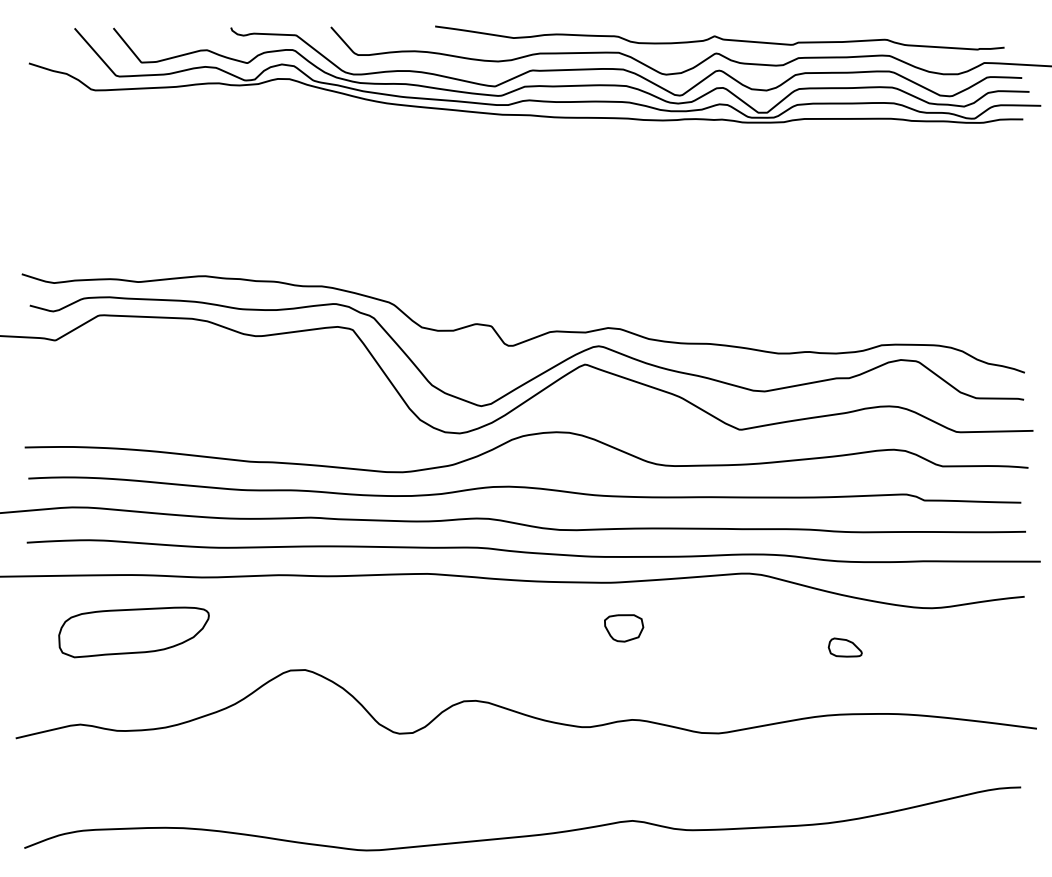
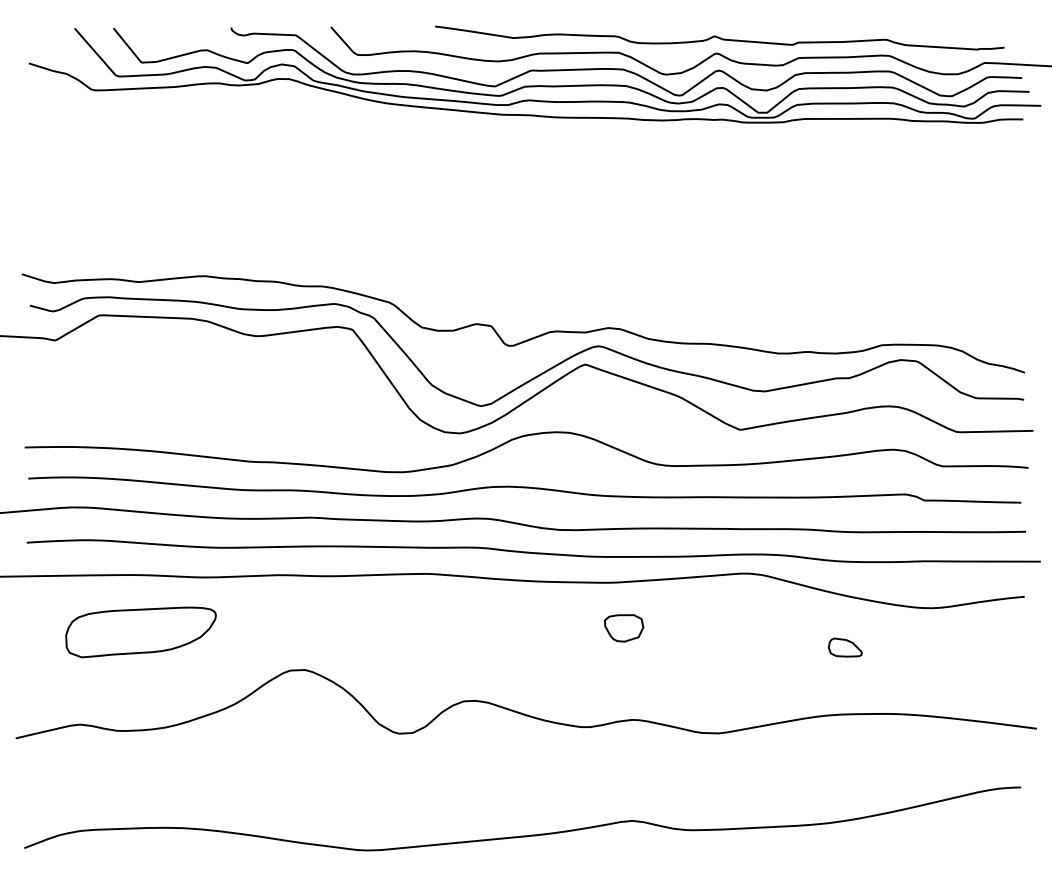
part at (133, 632) position: (133, 632) -> (140, 632)
